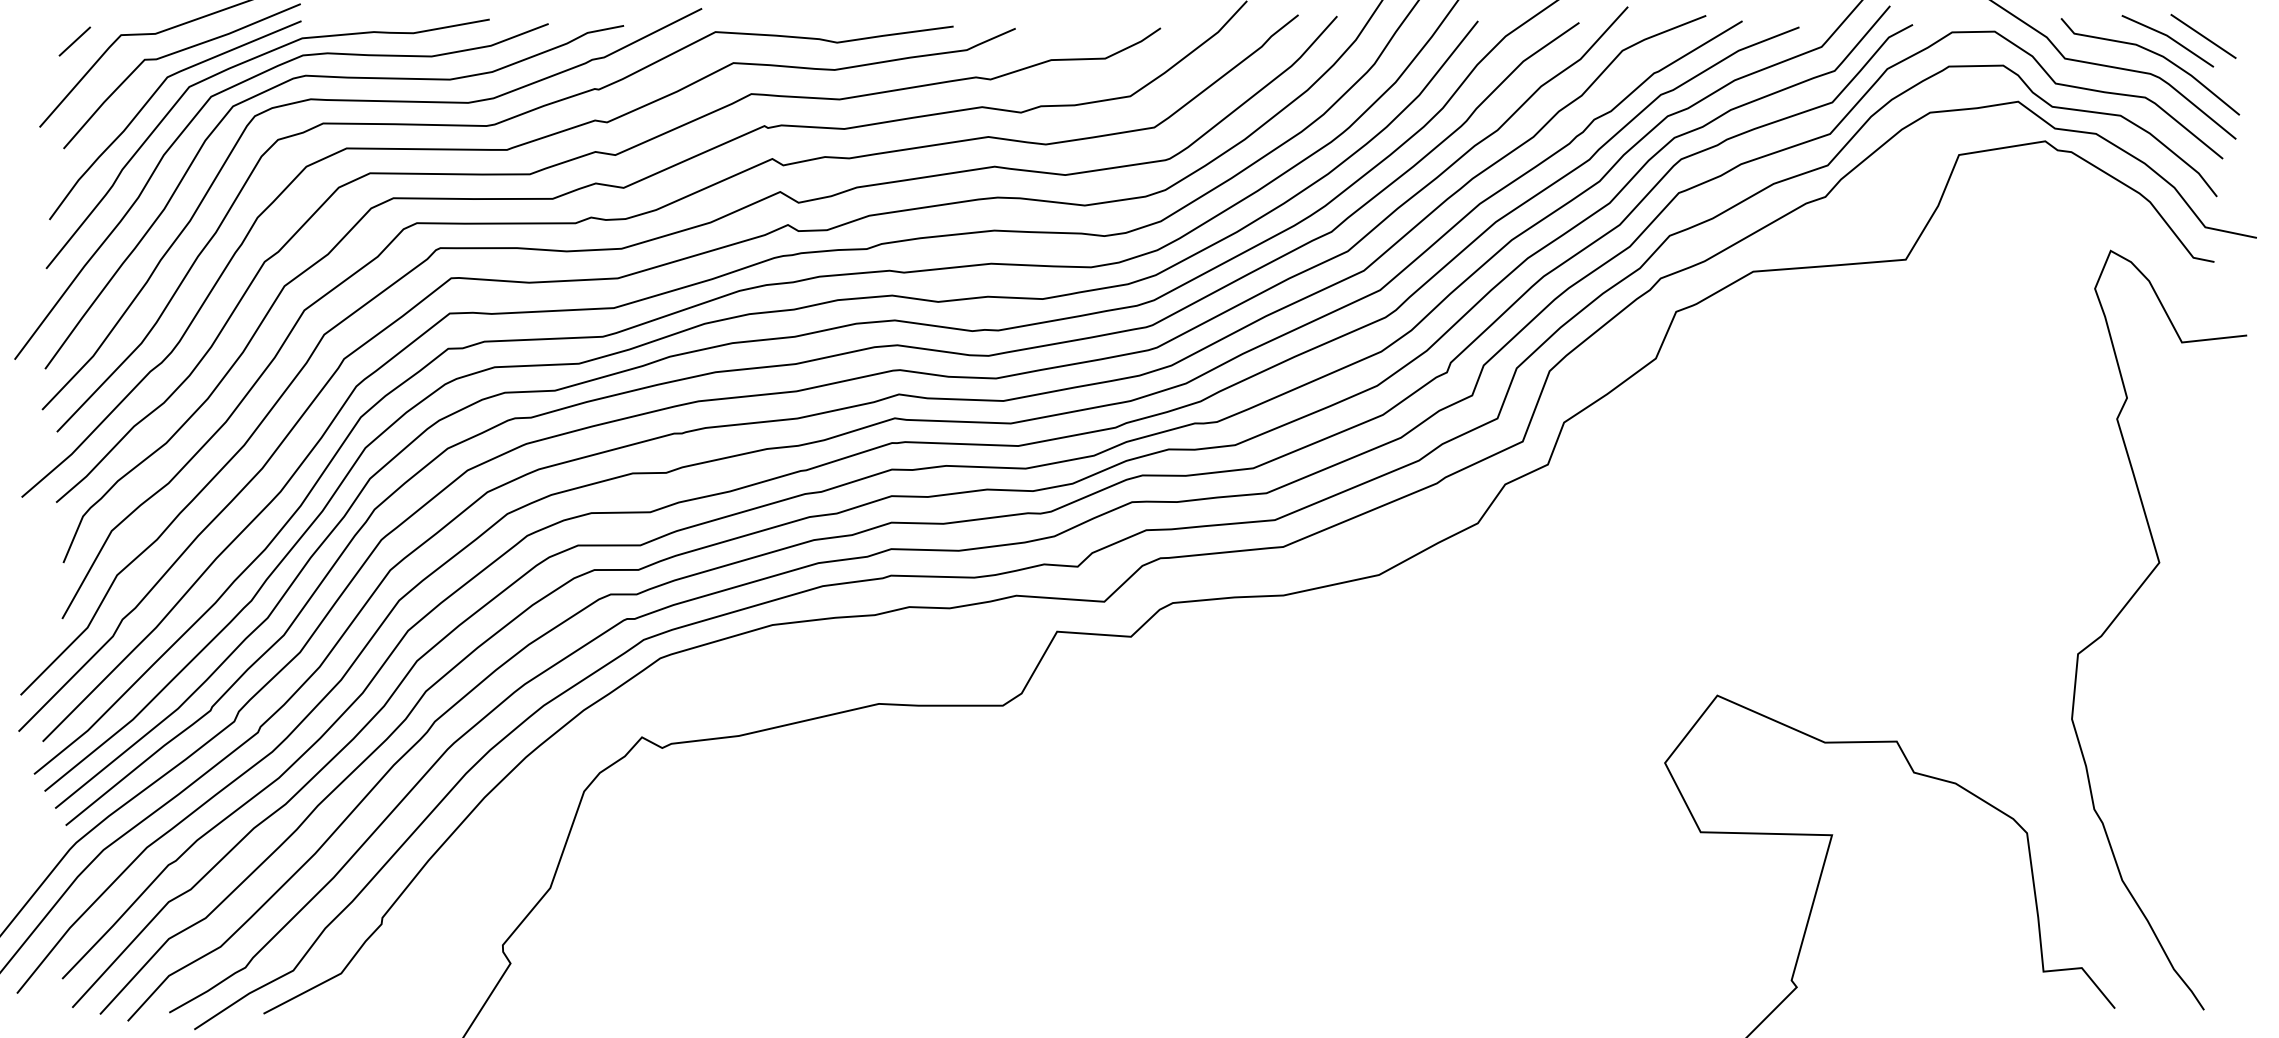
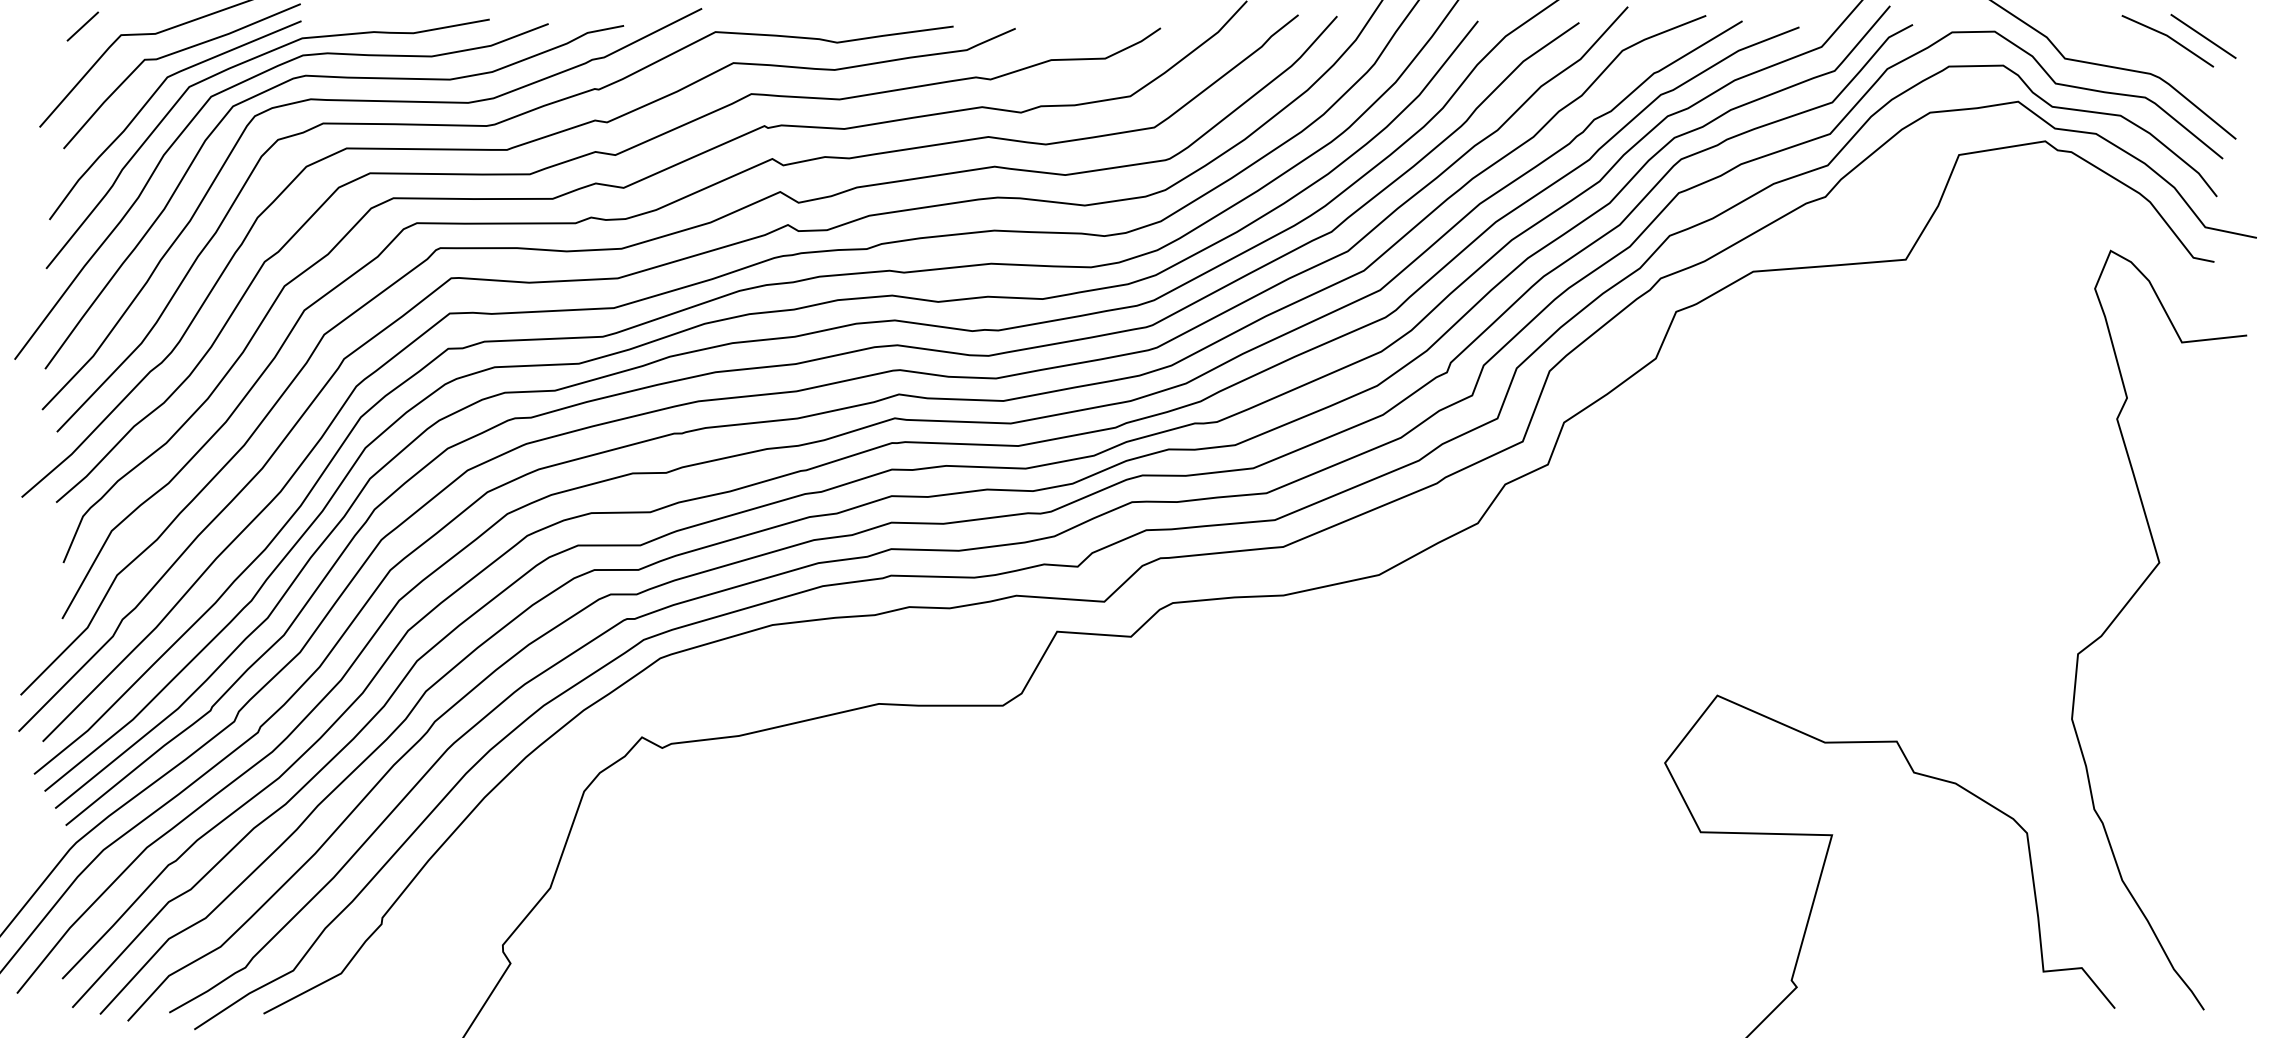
line at (74, 41) position: (74, 41) -> (82, 26)
curve at (2155, 54): present -> none
